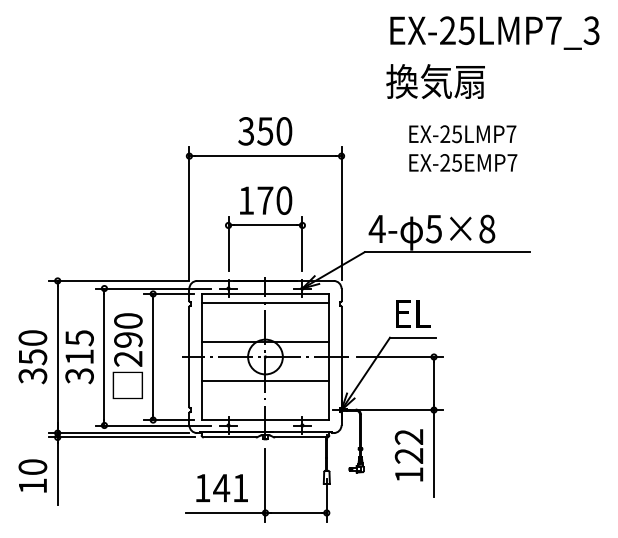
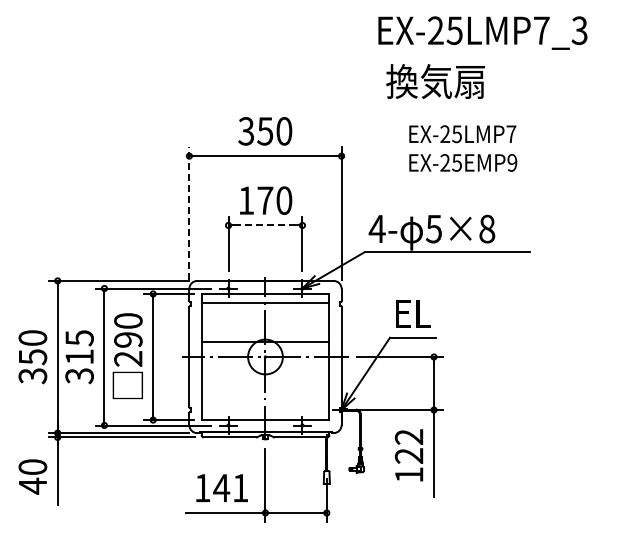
text at (494, 32) position: (494, 32) -> (482, 32)
text at (512, 162): EX-25EMP7 -> EX-25EMP9
line at (189, 213): solid -> dashed
line at (265, 225): solid -> dashed
line at (265, 380): present -> none
text at (32, 485): 10 -> 40
